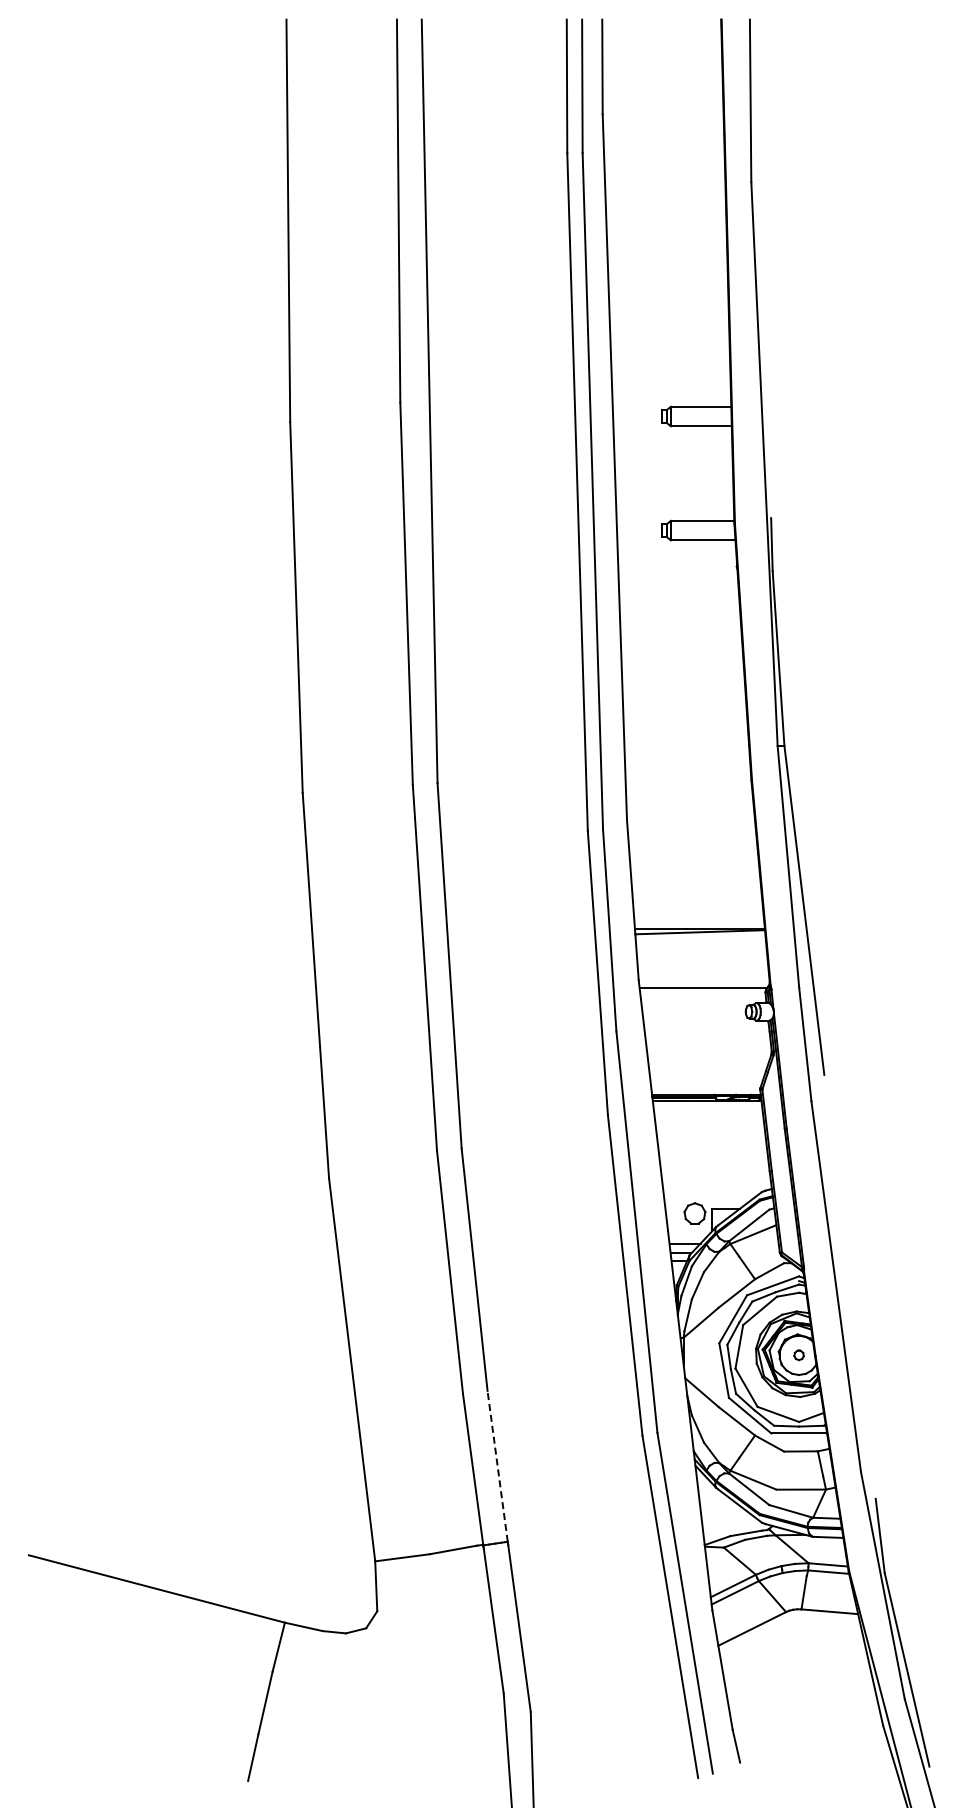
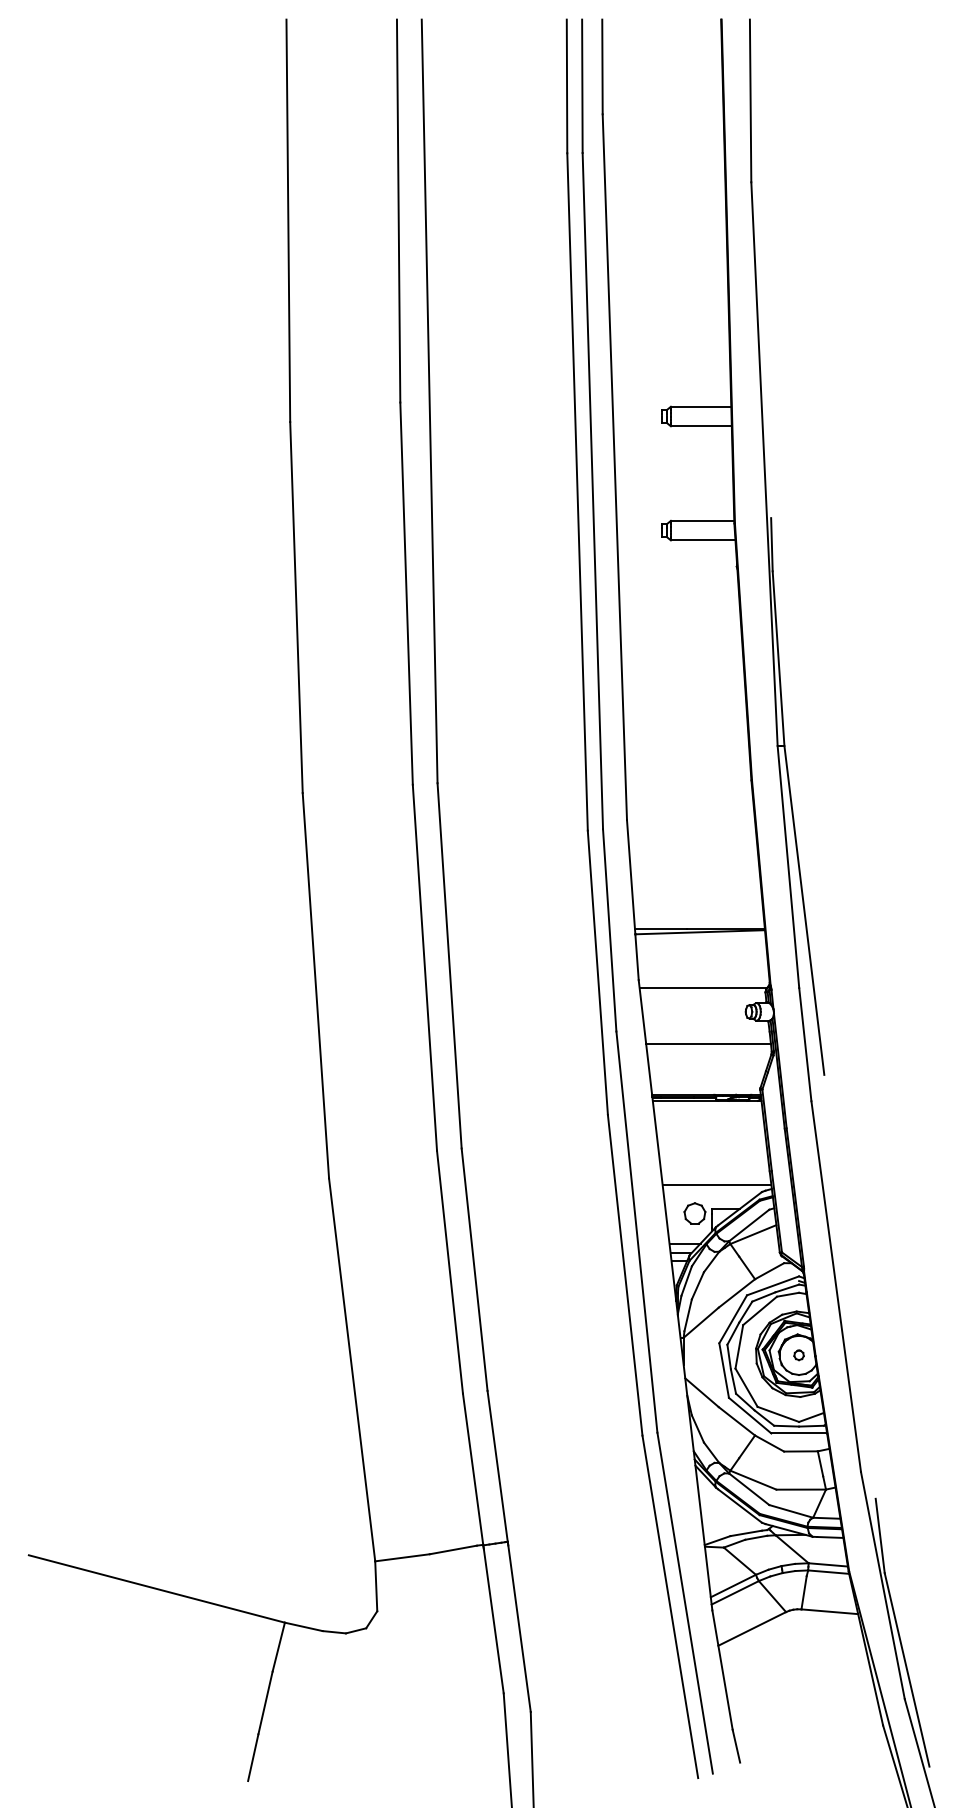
line at (708, 1043): none -> present
line at (716, 1185): none -> present
line at (497, 1465): dashed -> solid
